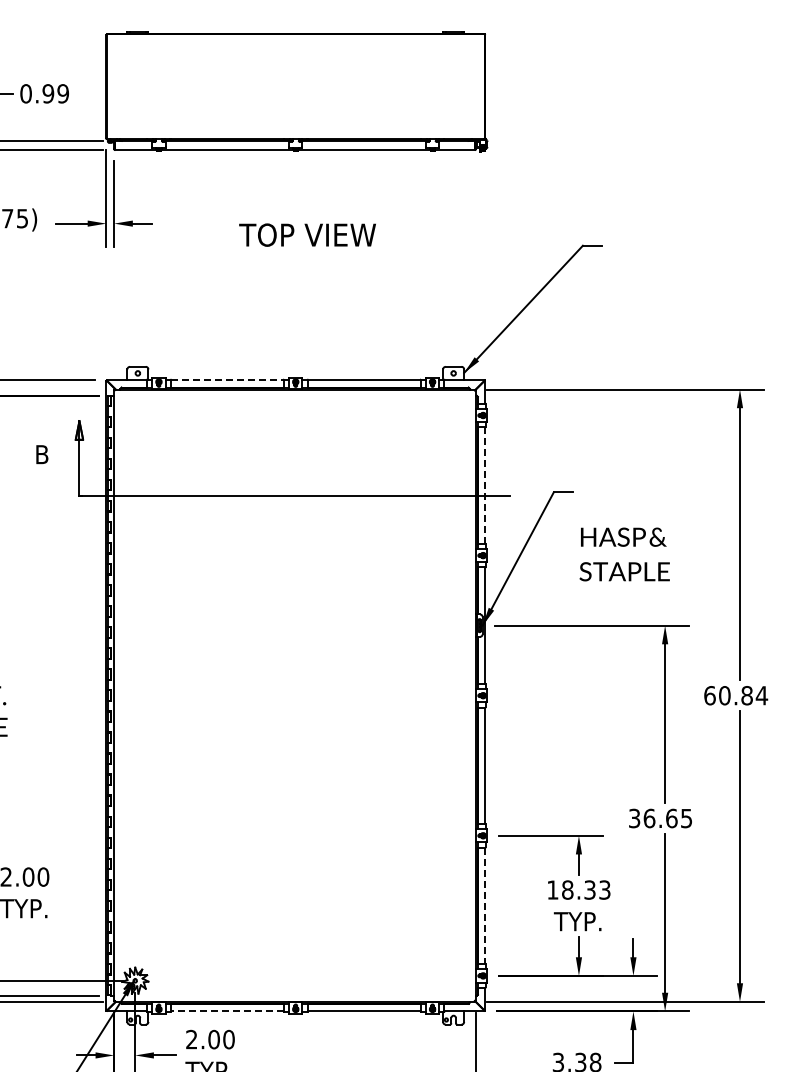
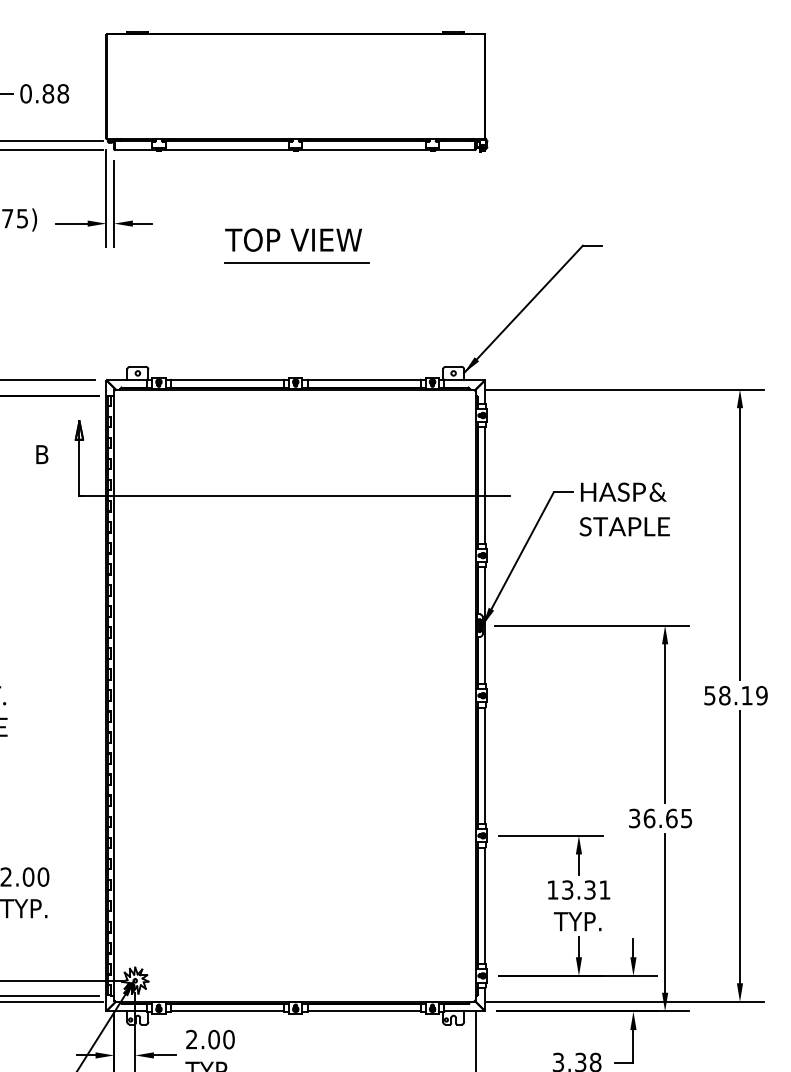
text at (55, 93): 0.99 -> 0.88
text at (307, 234) position: (307, 234) -> (293, 239)
line at (296, 262): none -> present
line at (227, 379): dashed -> solid
line at (485, 486): dashed -> solid
text at (624, 554) position: (624, 554) -> (624, 509)
text at (736, 695): 60.84 -> 58.19
text at (586, 889): 18.33 -> 13.31
line at (485, 906): dashed -> solid
line at (227, 1011): dashed -> solid
